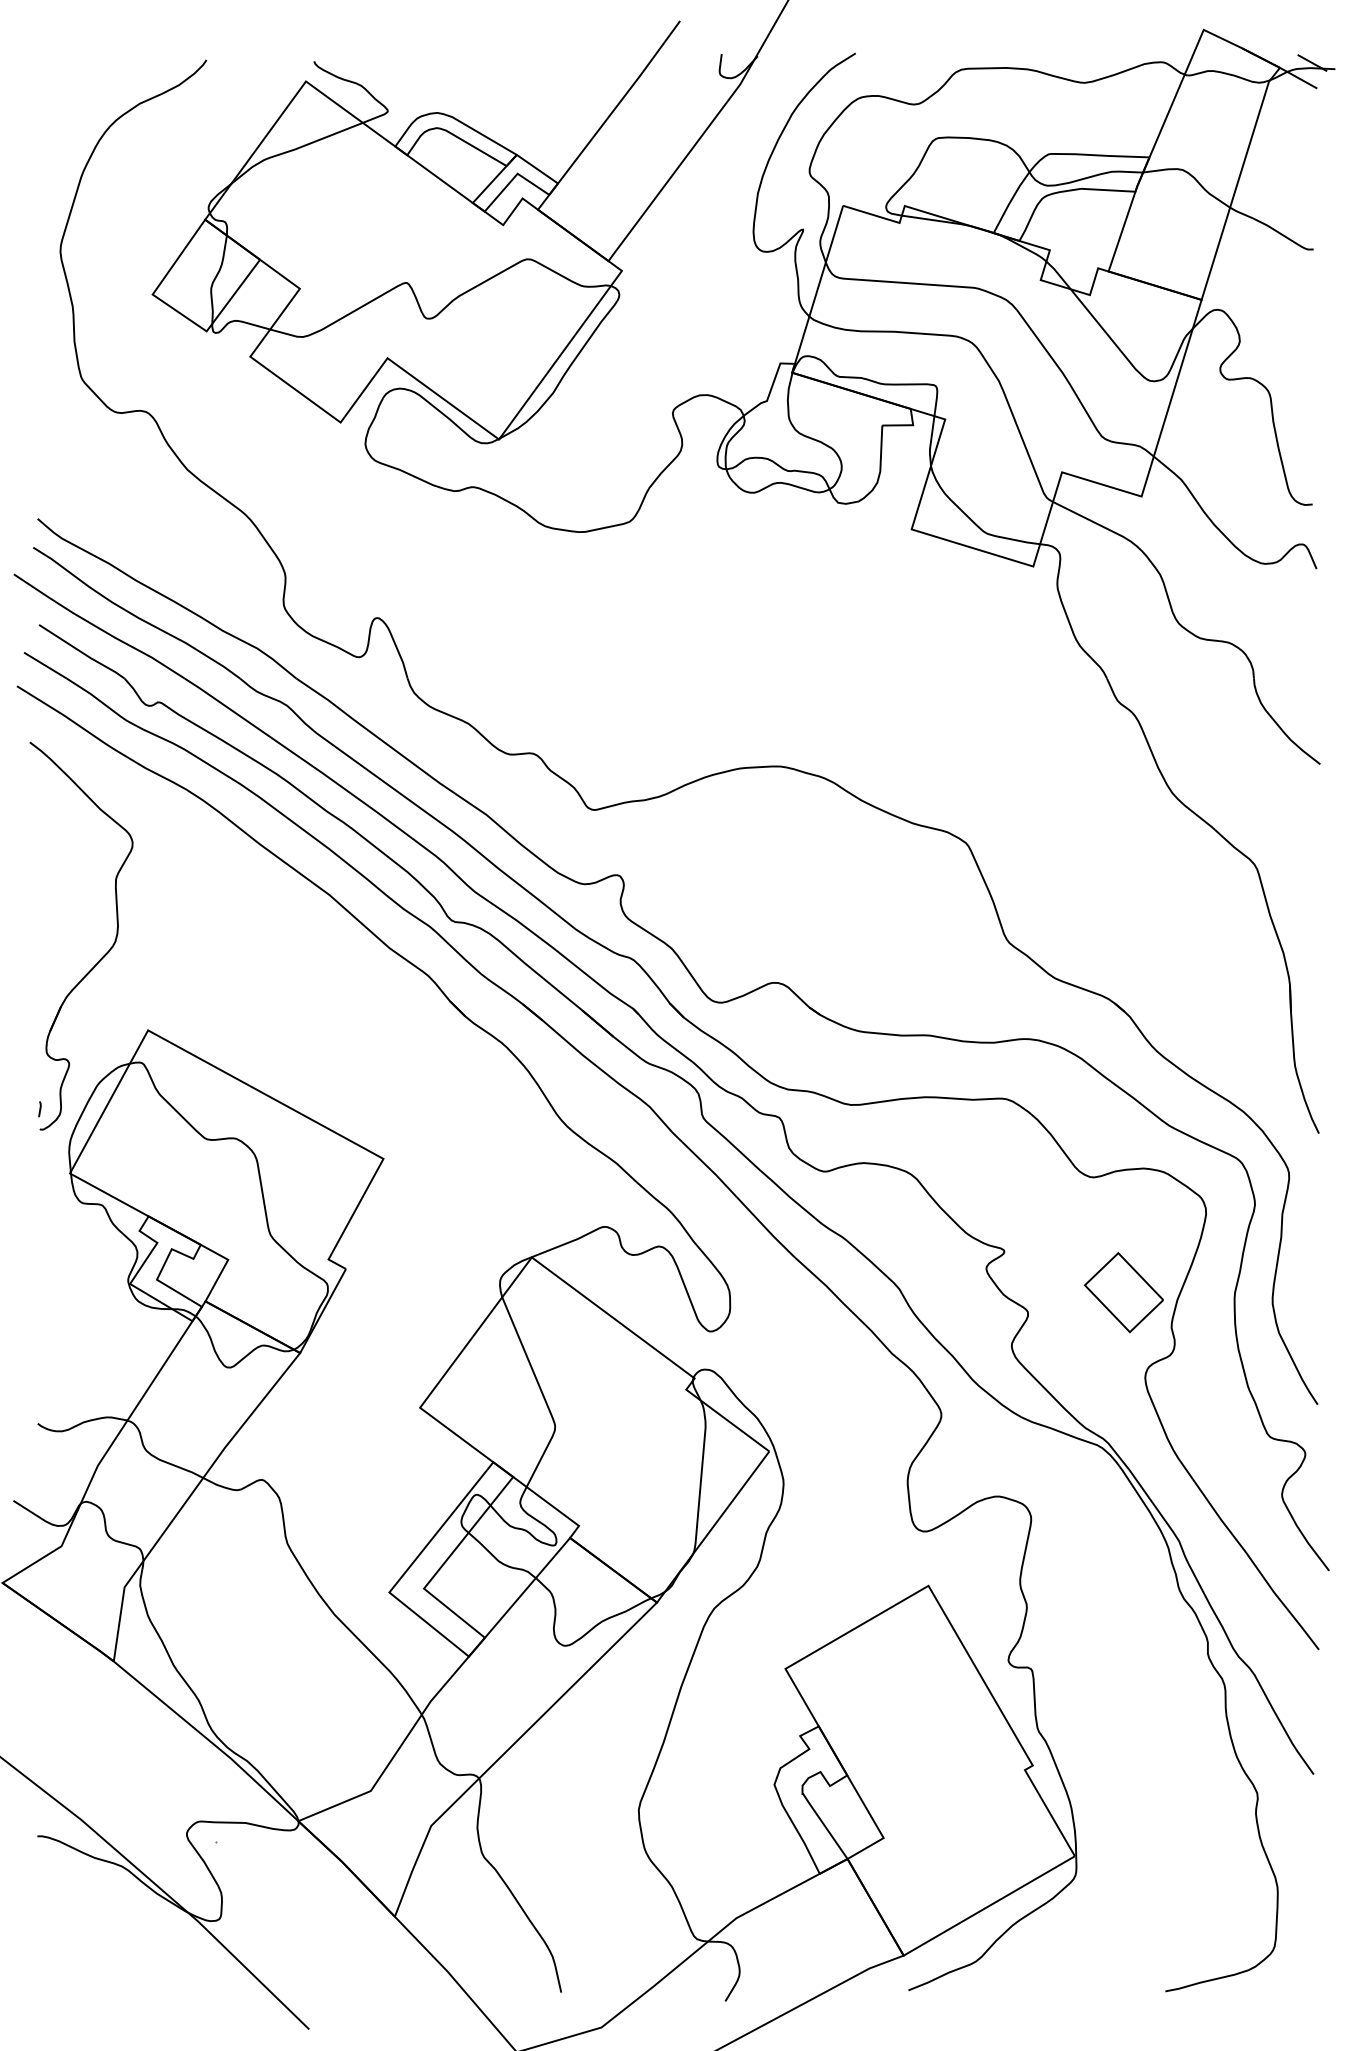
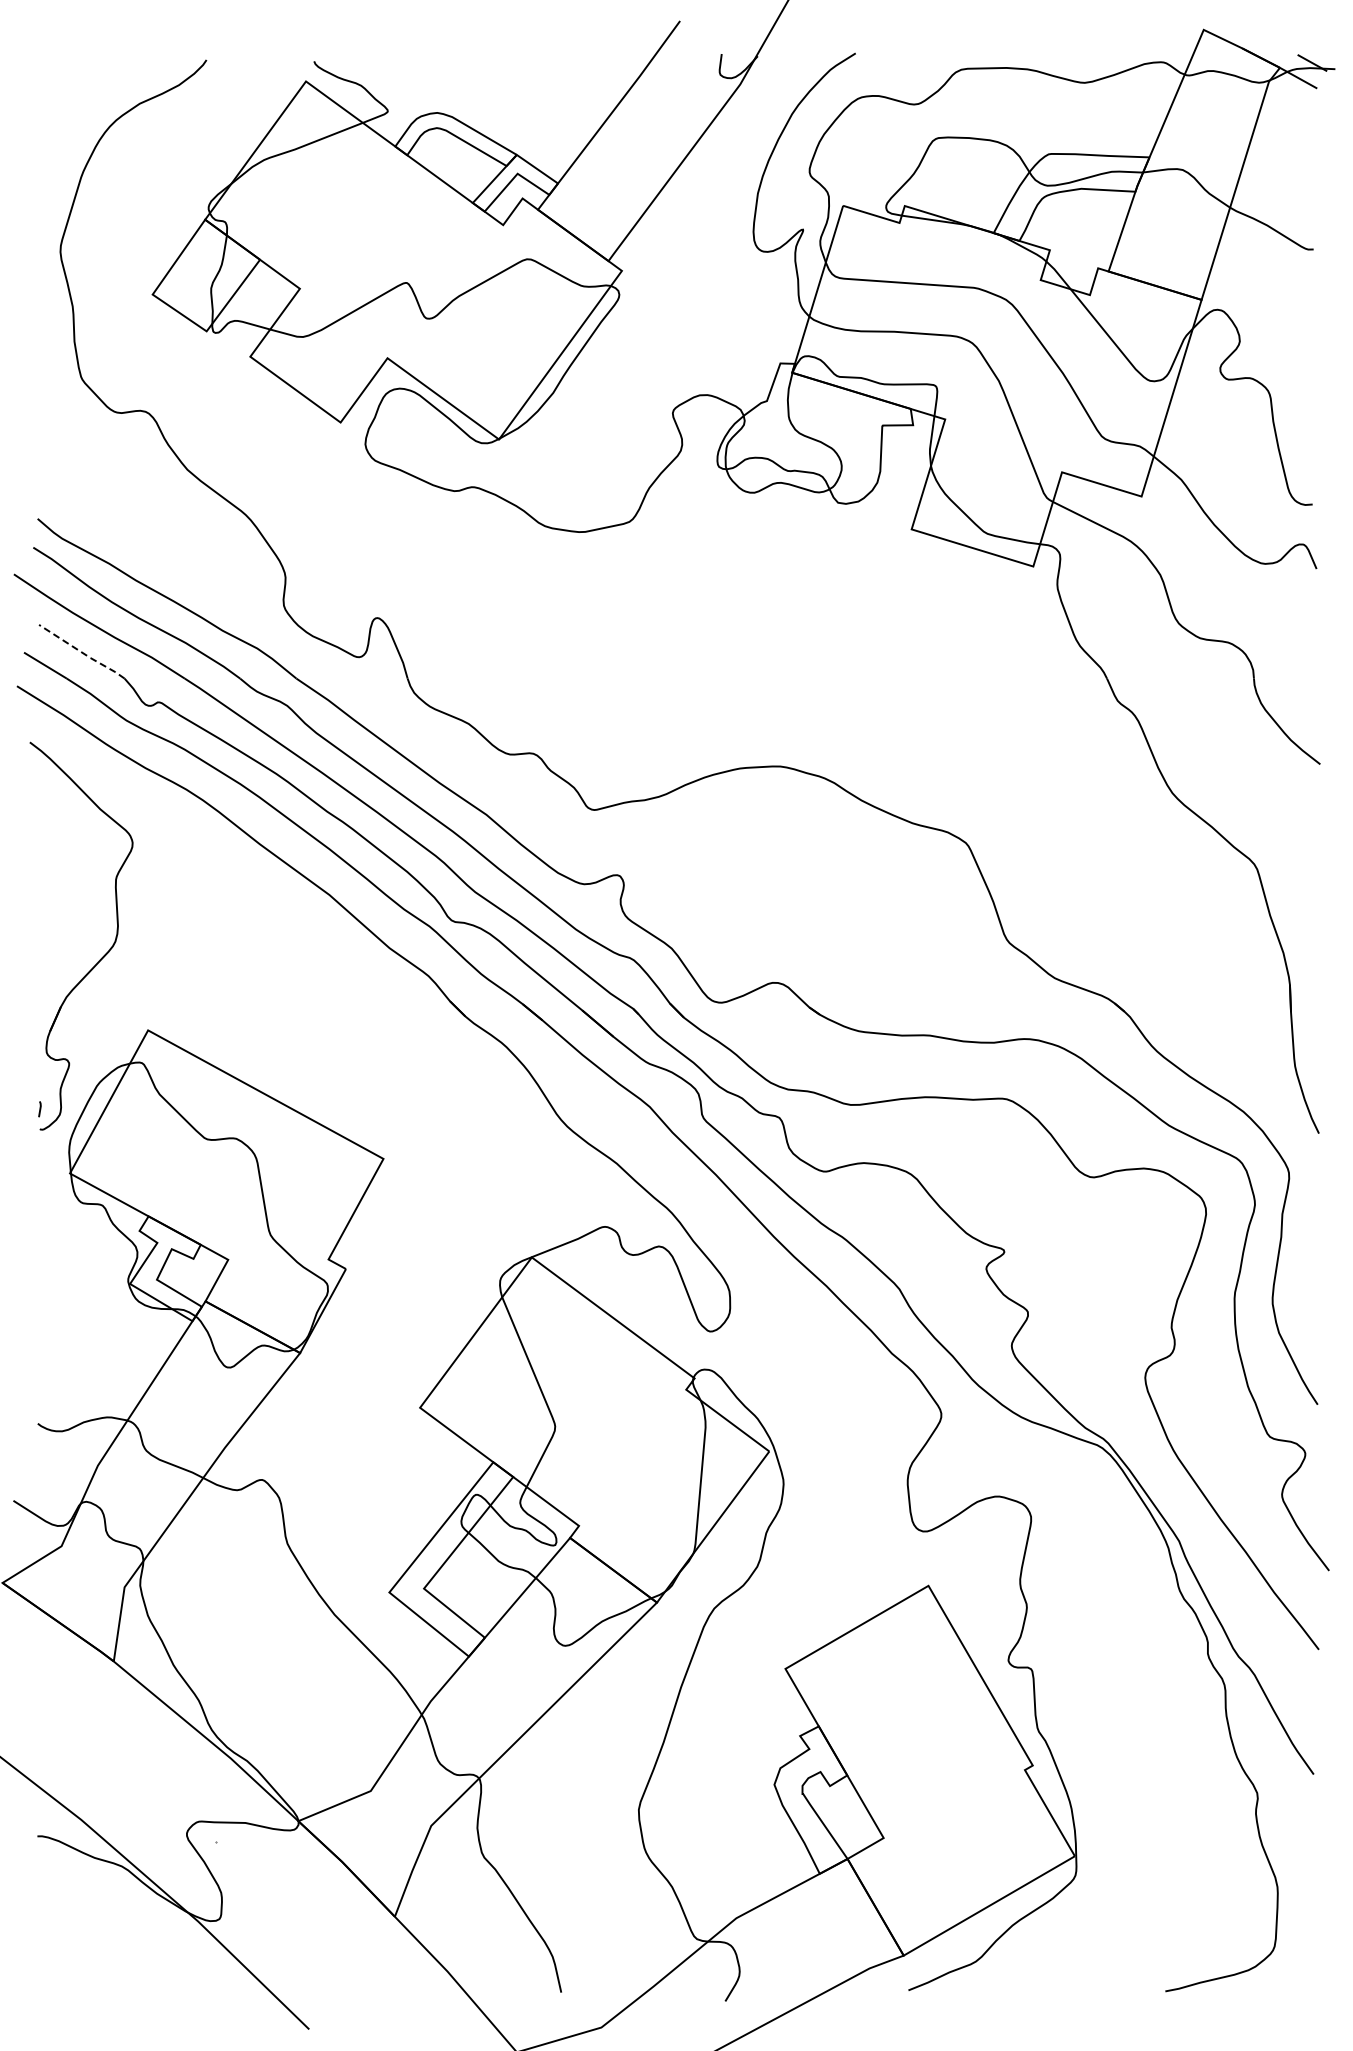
line at (82, 652): solid -> dashed
part at (1123, 1292): present -> none
